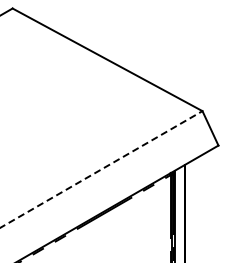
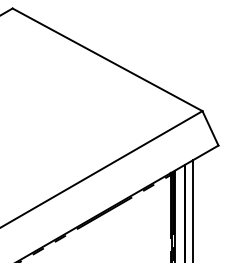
line at (102, 169): dashed -> solid
line at (193, 209): none -> present
